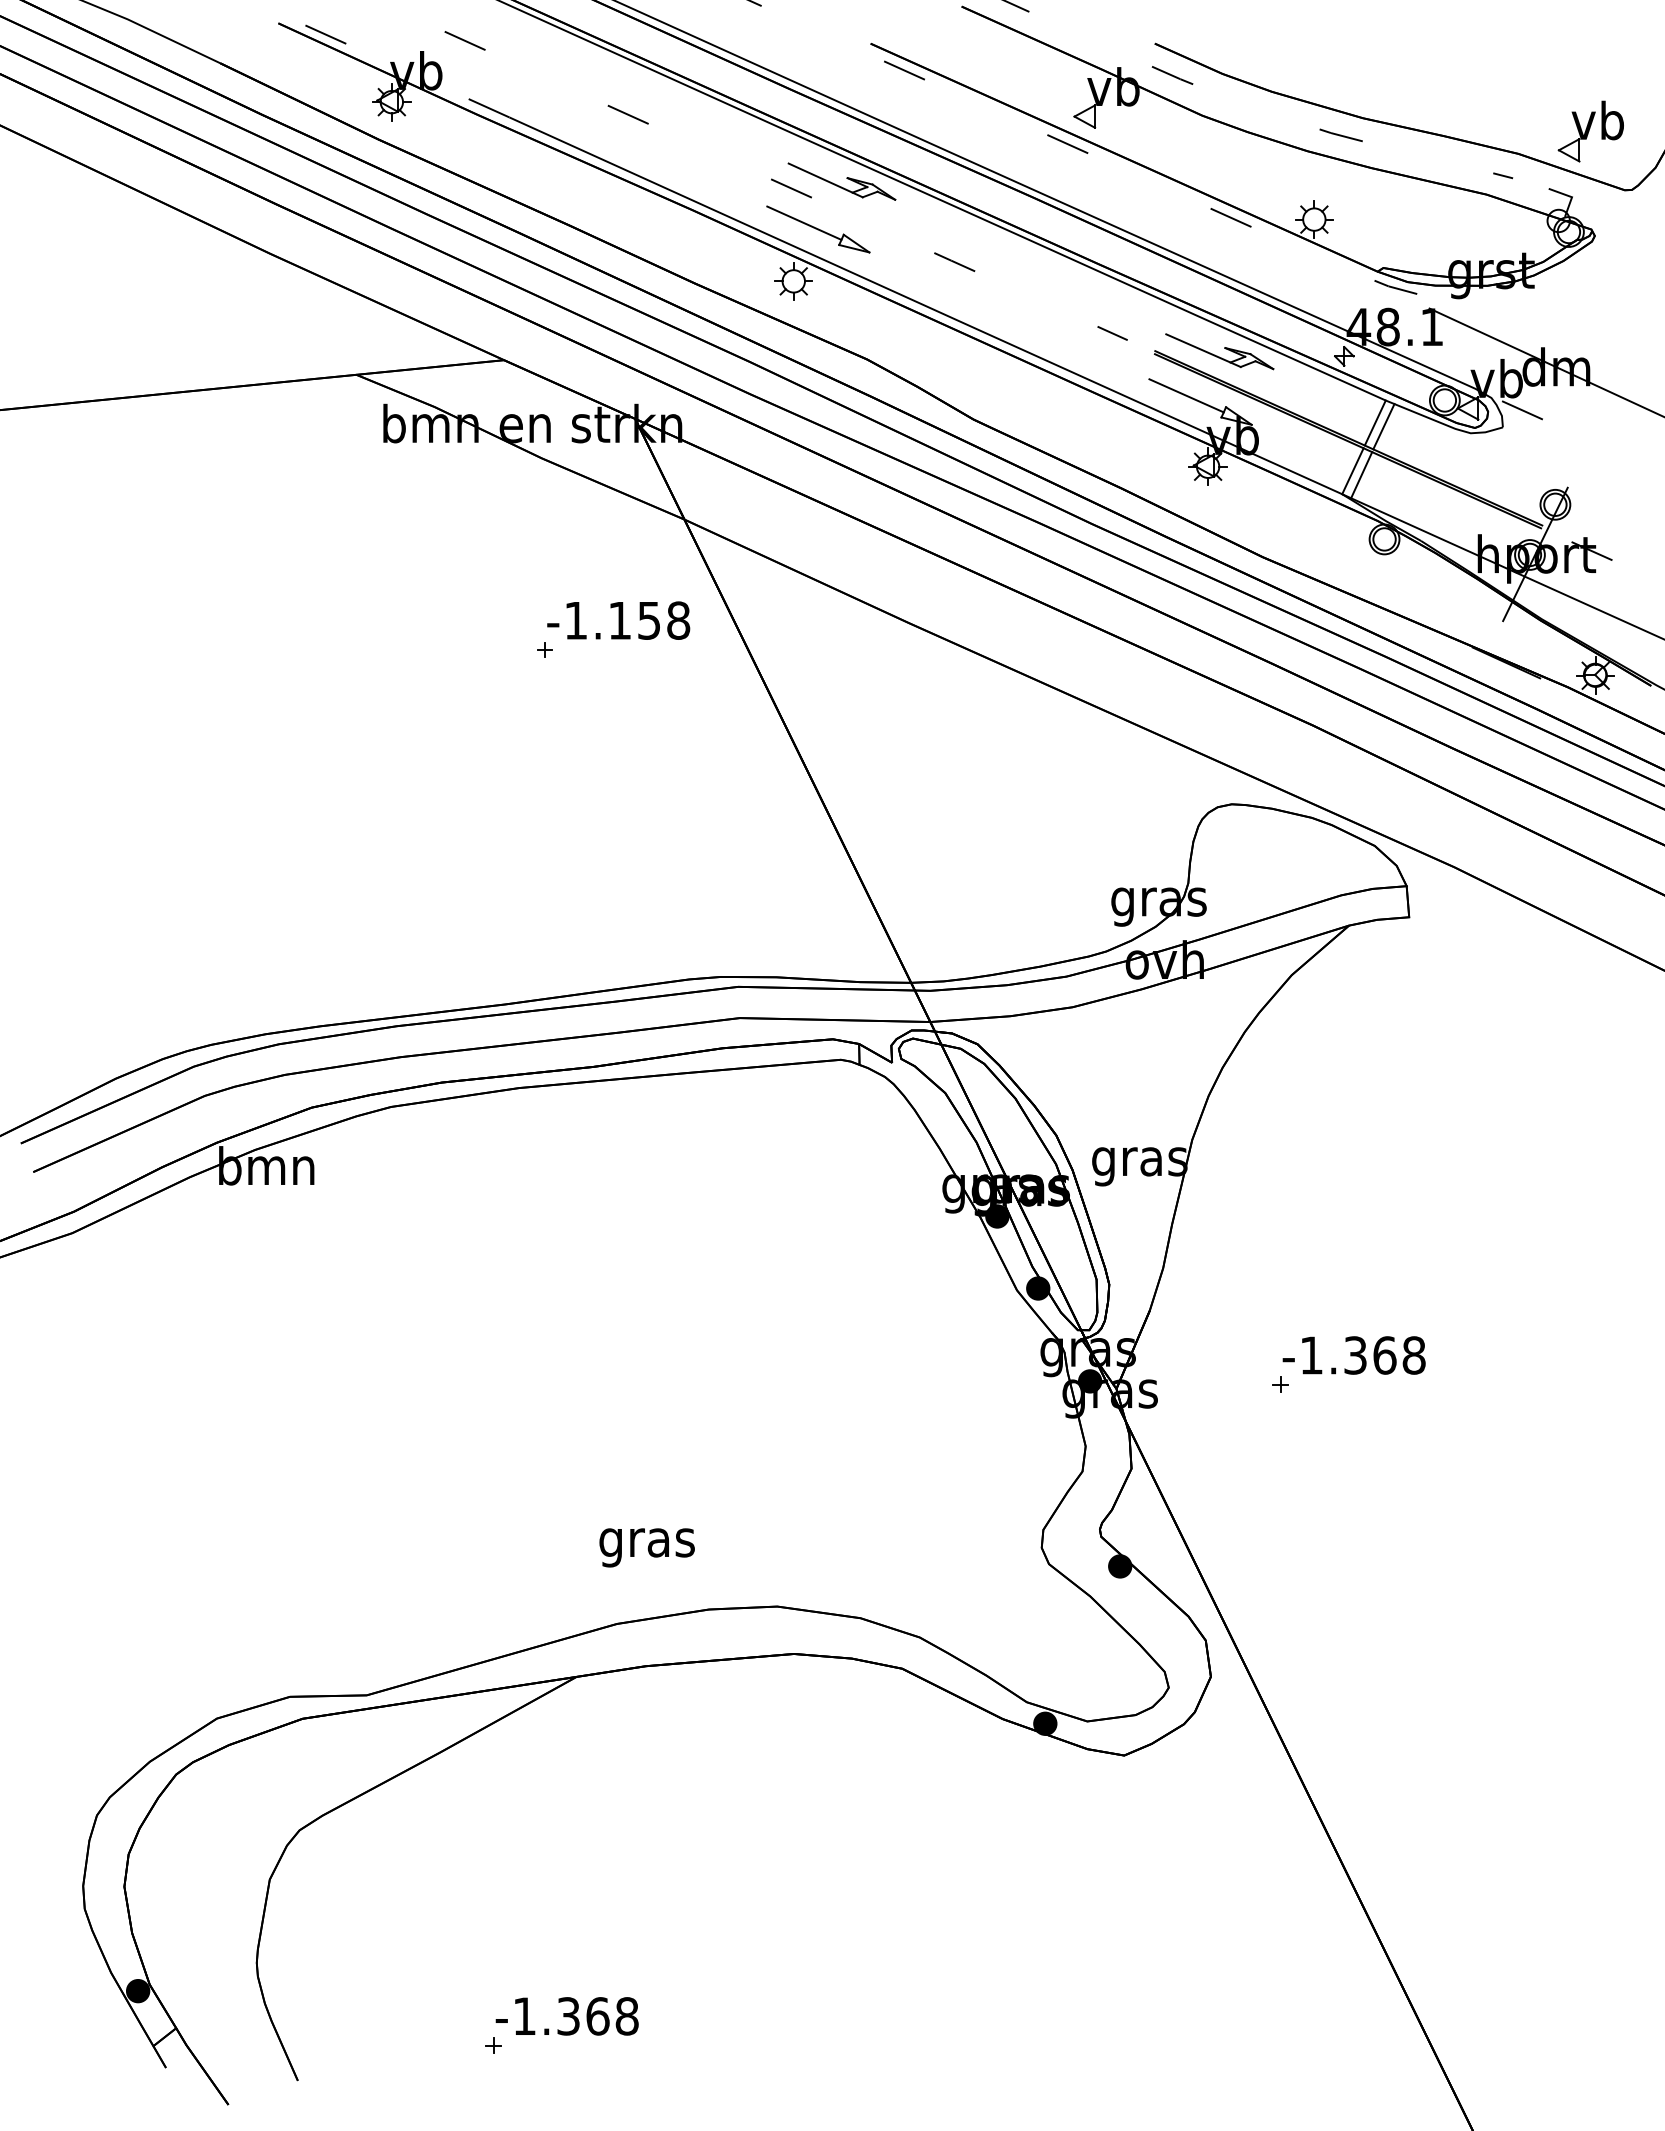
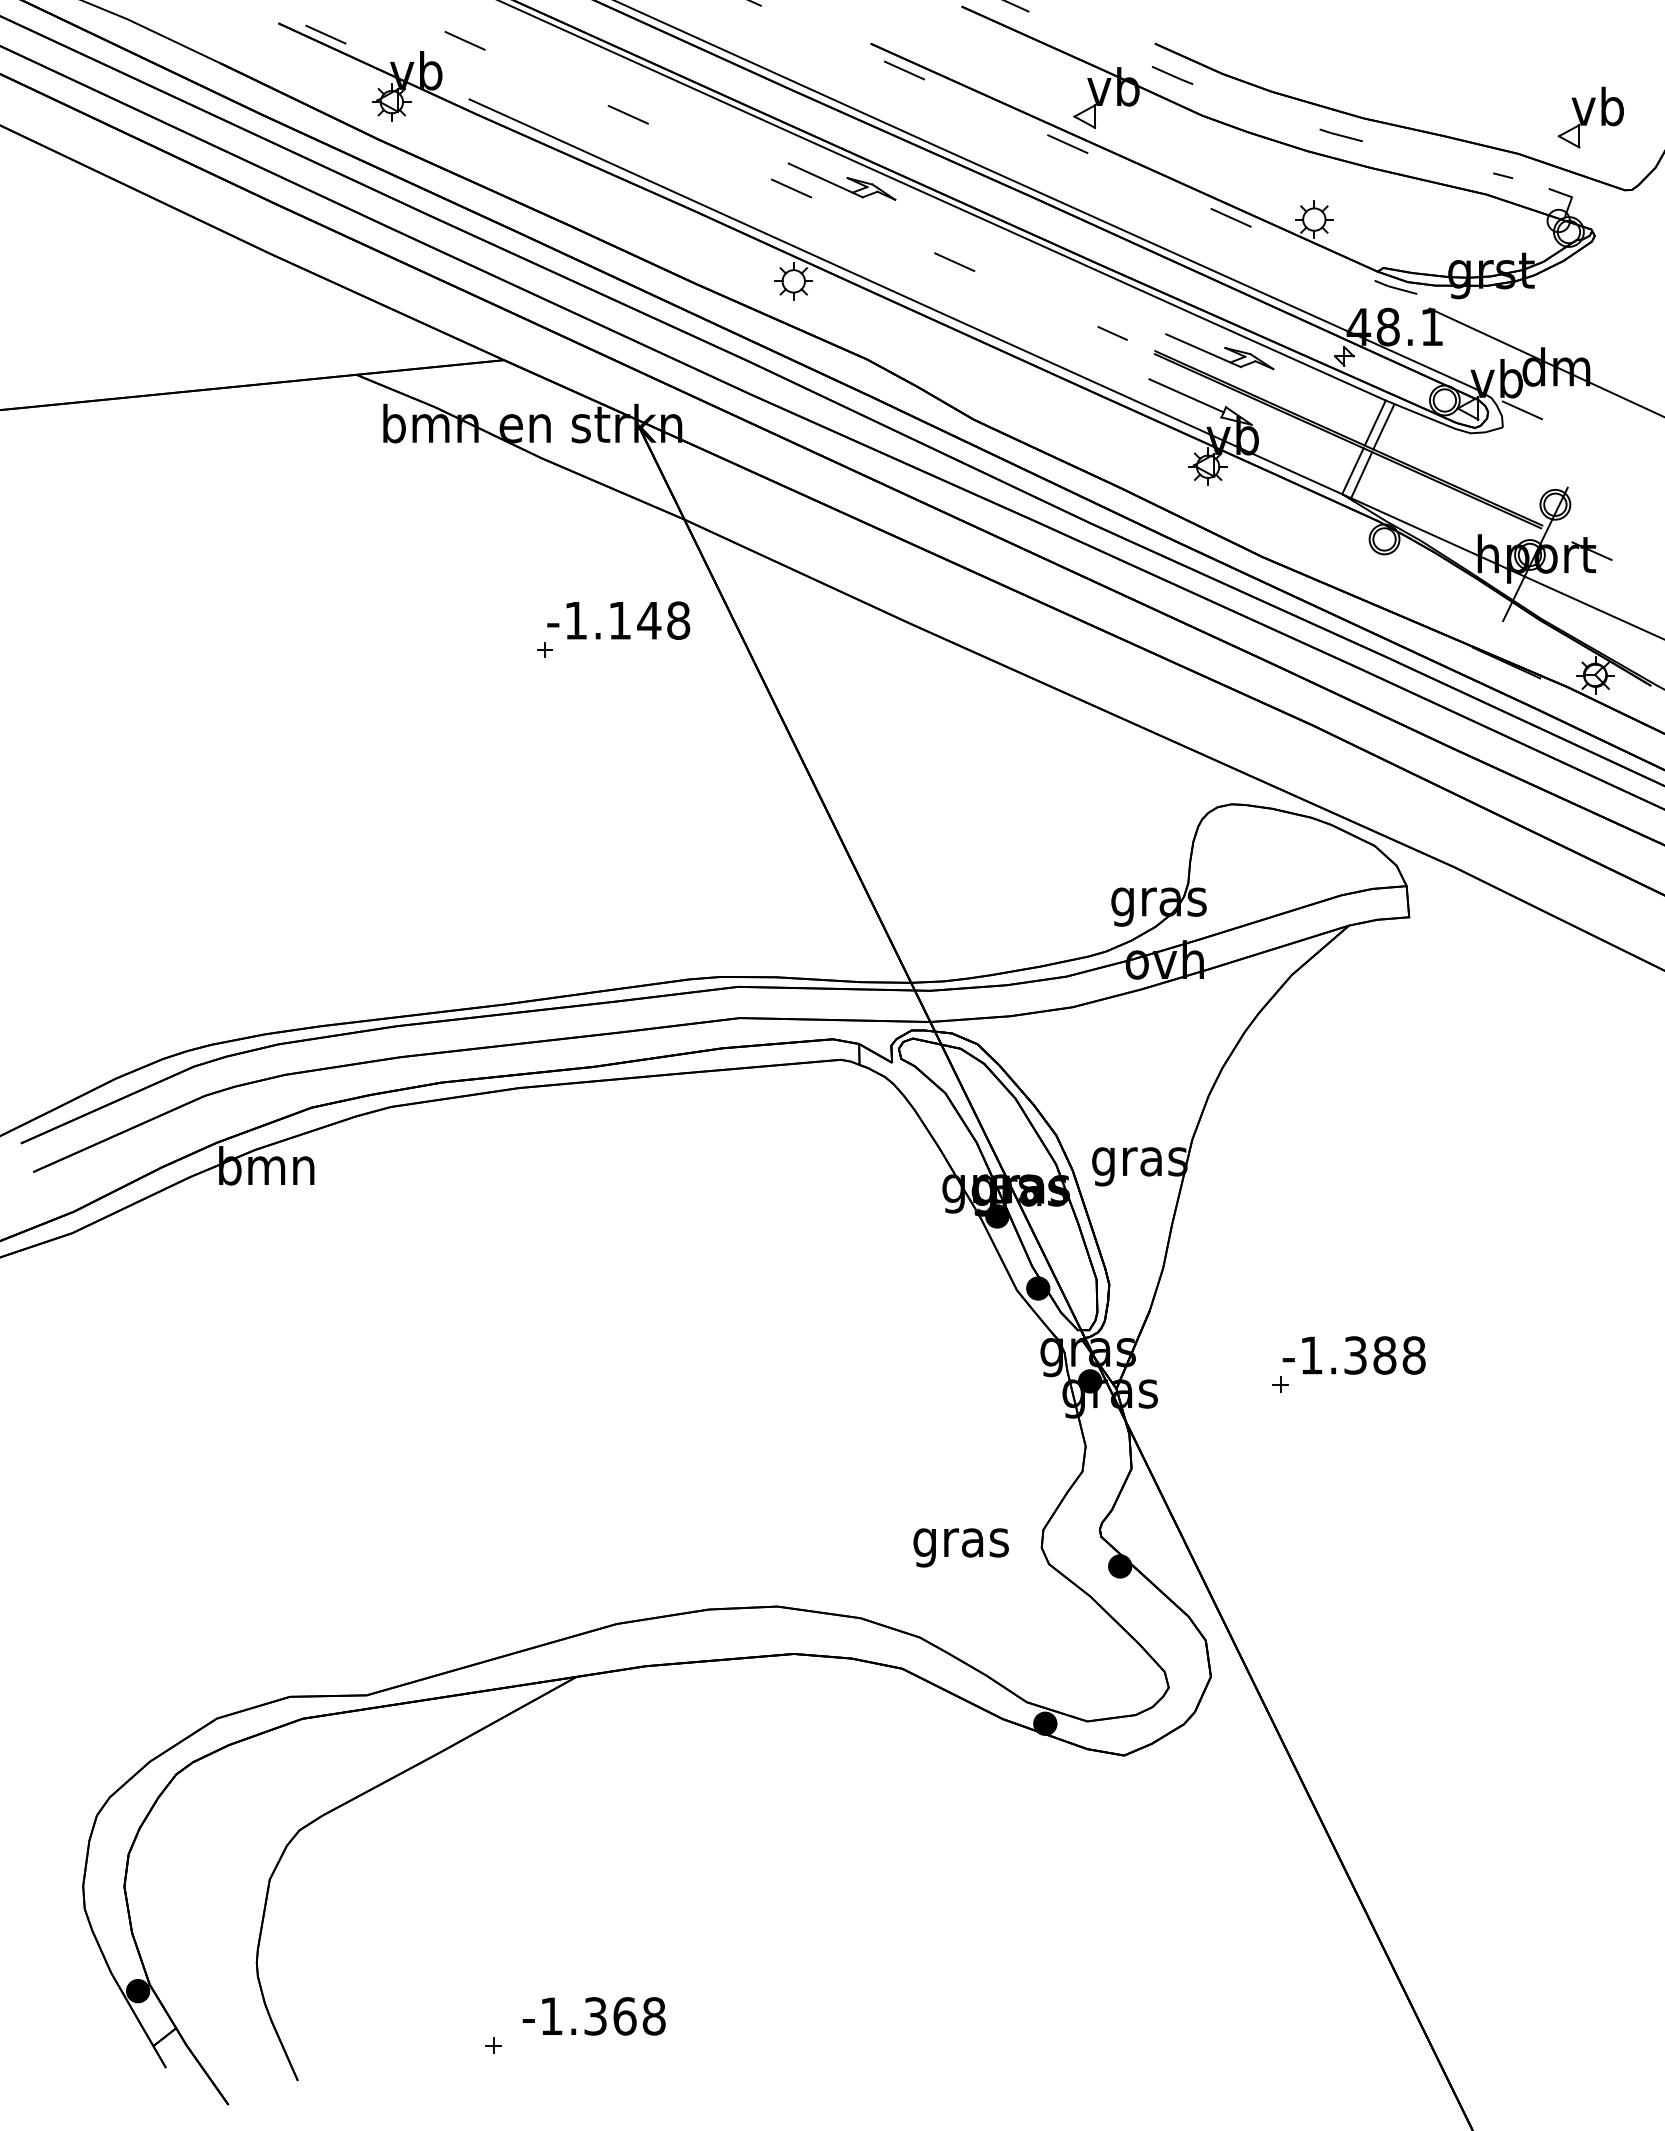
part at (1590, 131) position: (1590, 131) -> (1590, 117)
part at (818, 229): present -> none
text at (649, 620): -1.158 -> -1.148
text at (1384, 1355): -1.368 -> -1.388
text at (646, 1547) position: (646, 1547) -> (960, 1547)
text at (566, 2016) position: (566, 2016) -> (593, 2016)
